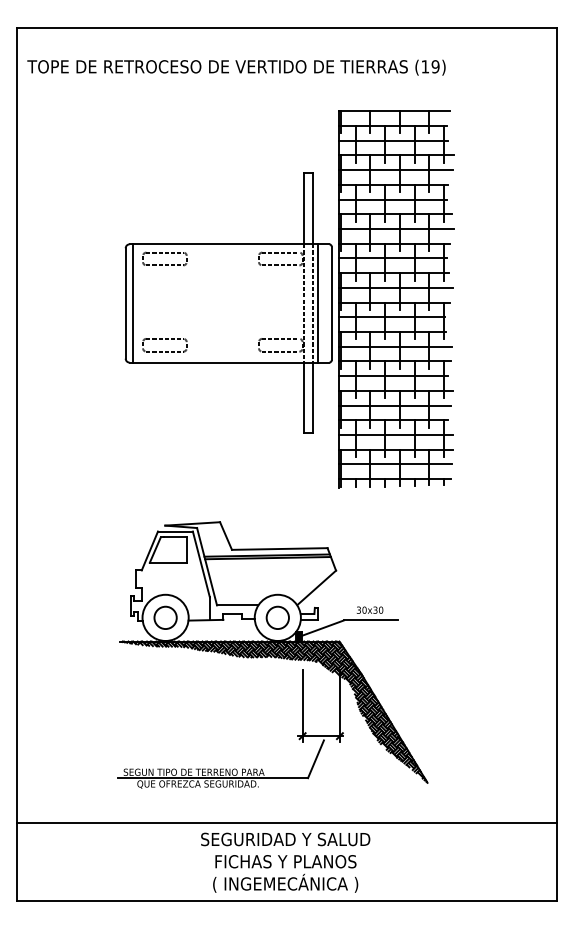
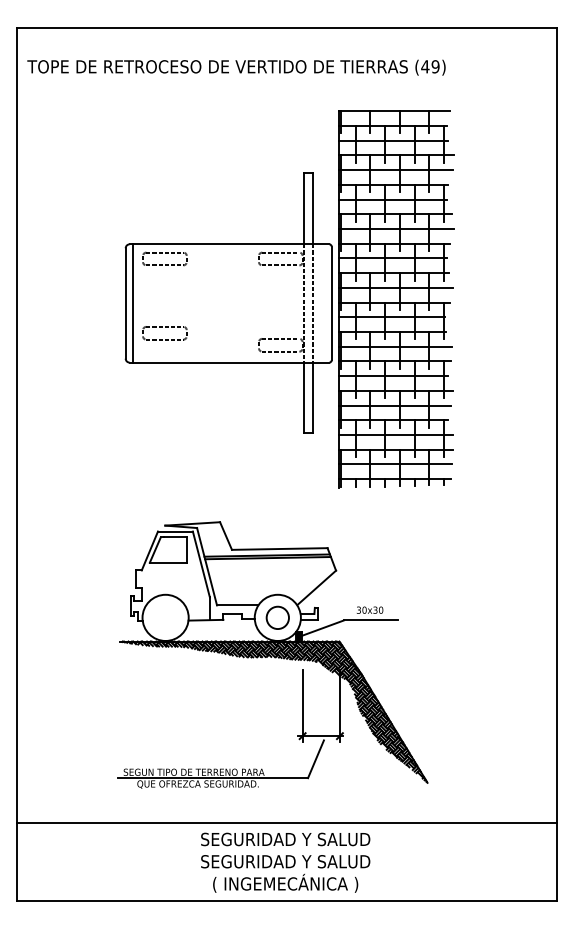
text at (425, 66): (19) -> (49)
line at (318, 303): present -> none
part at (165, 339) position: (165, 339) -> (165, 327)
circle at (165, 617): present -> none
text at (285, 861): FICHAS Y PLANOS -> SEGURIDAD Y SALUD
